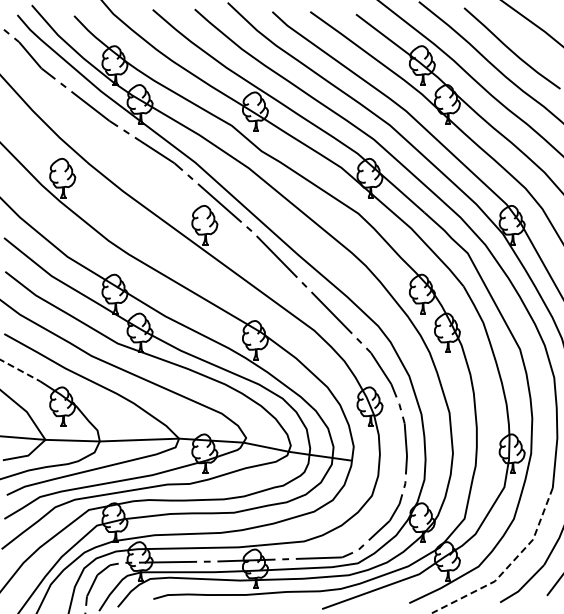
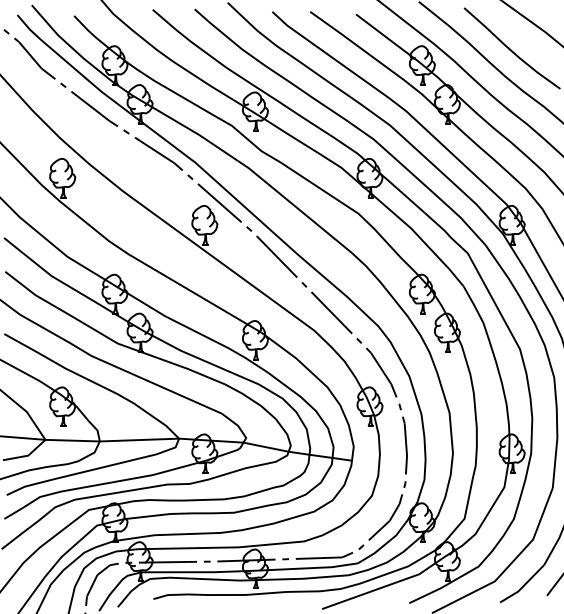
line at (20, 370): dashed -> solid
line at (509, 565): dashed -> solid
